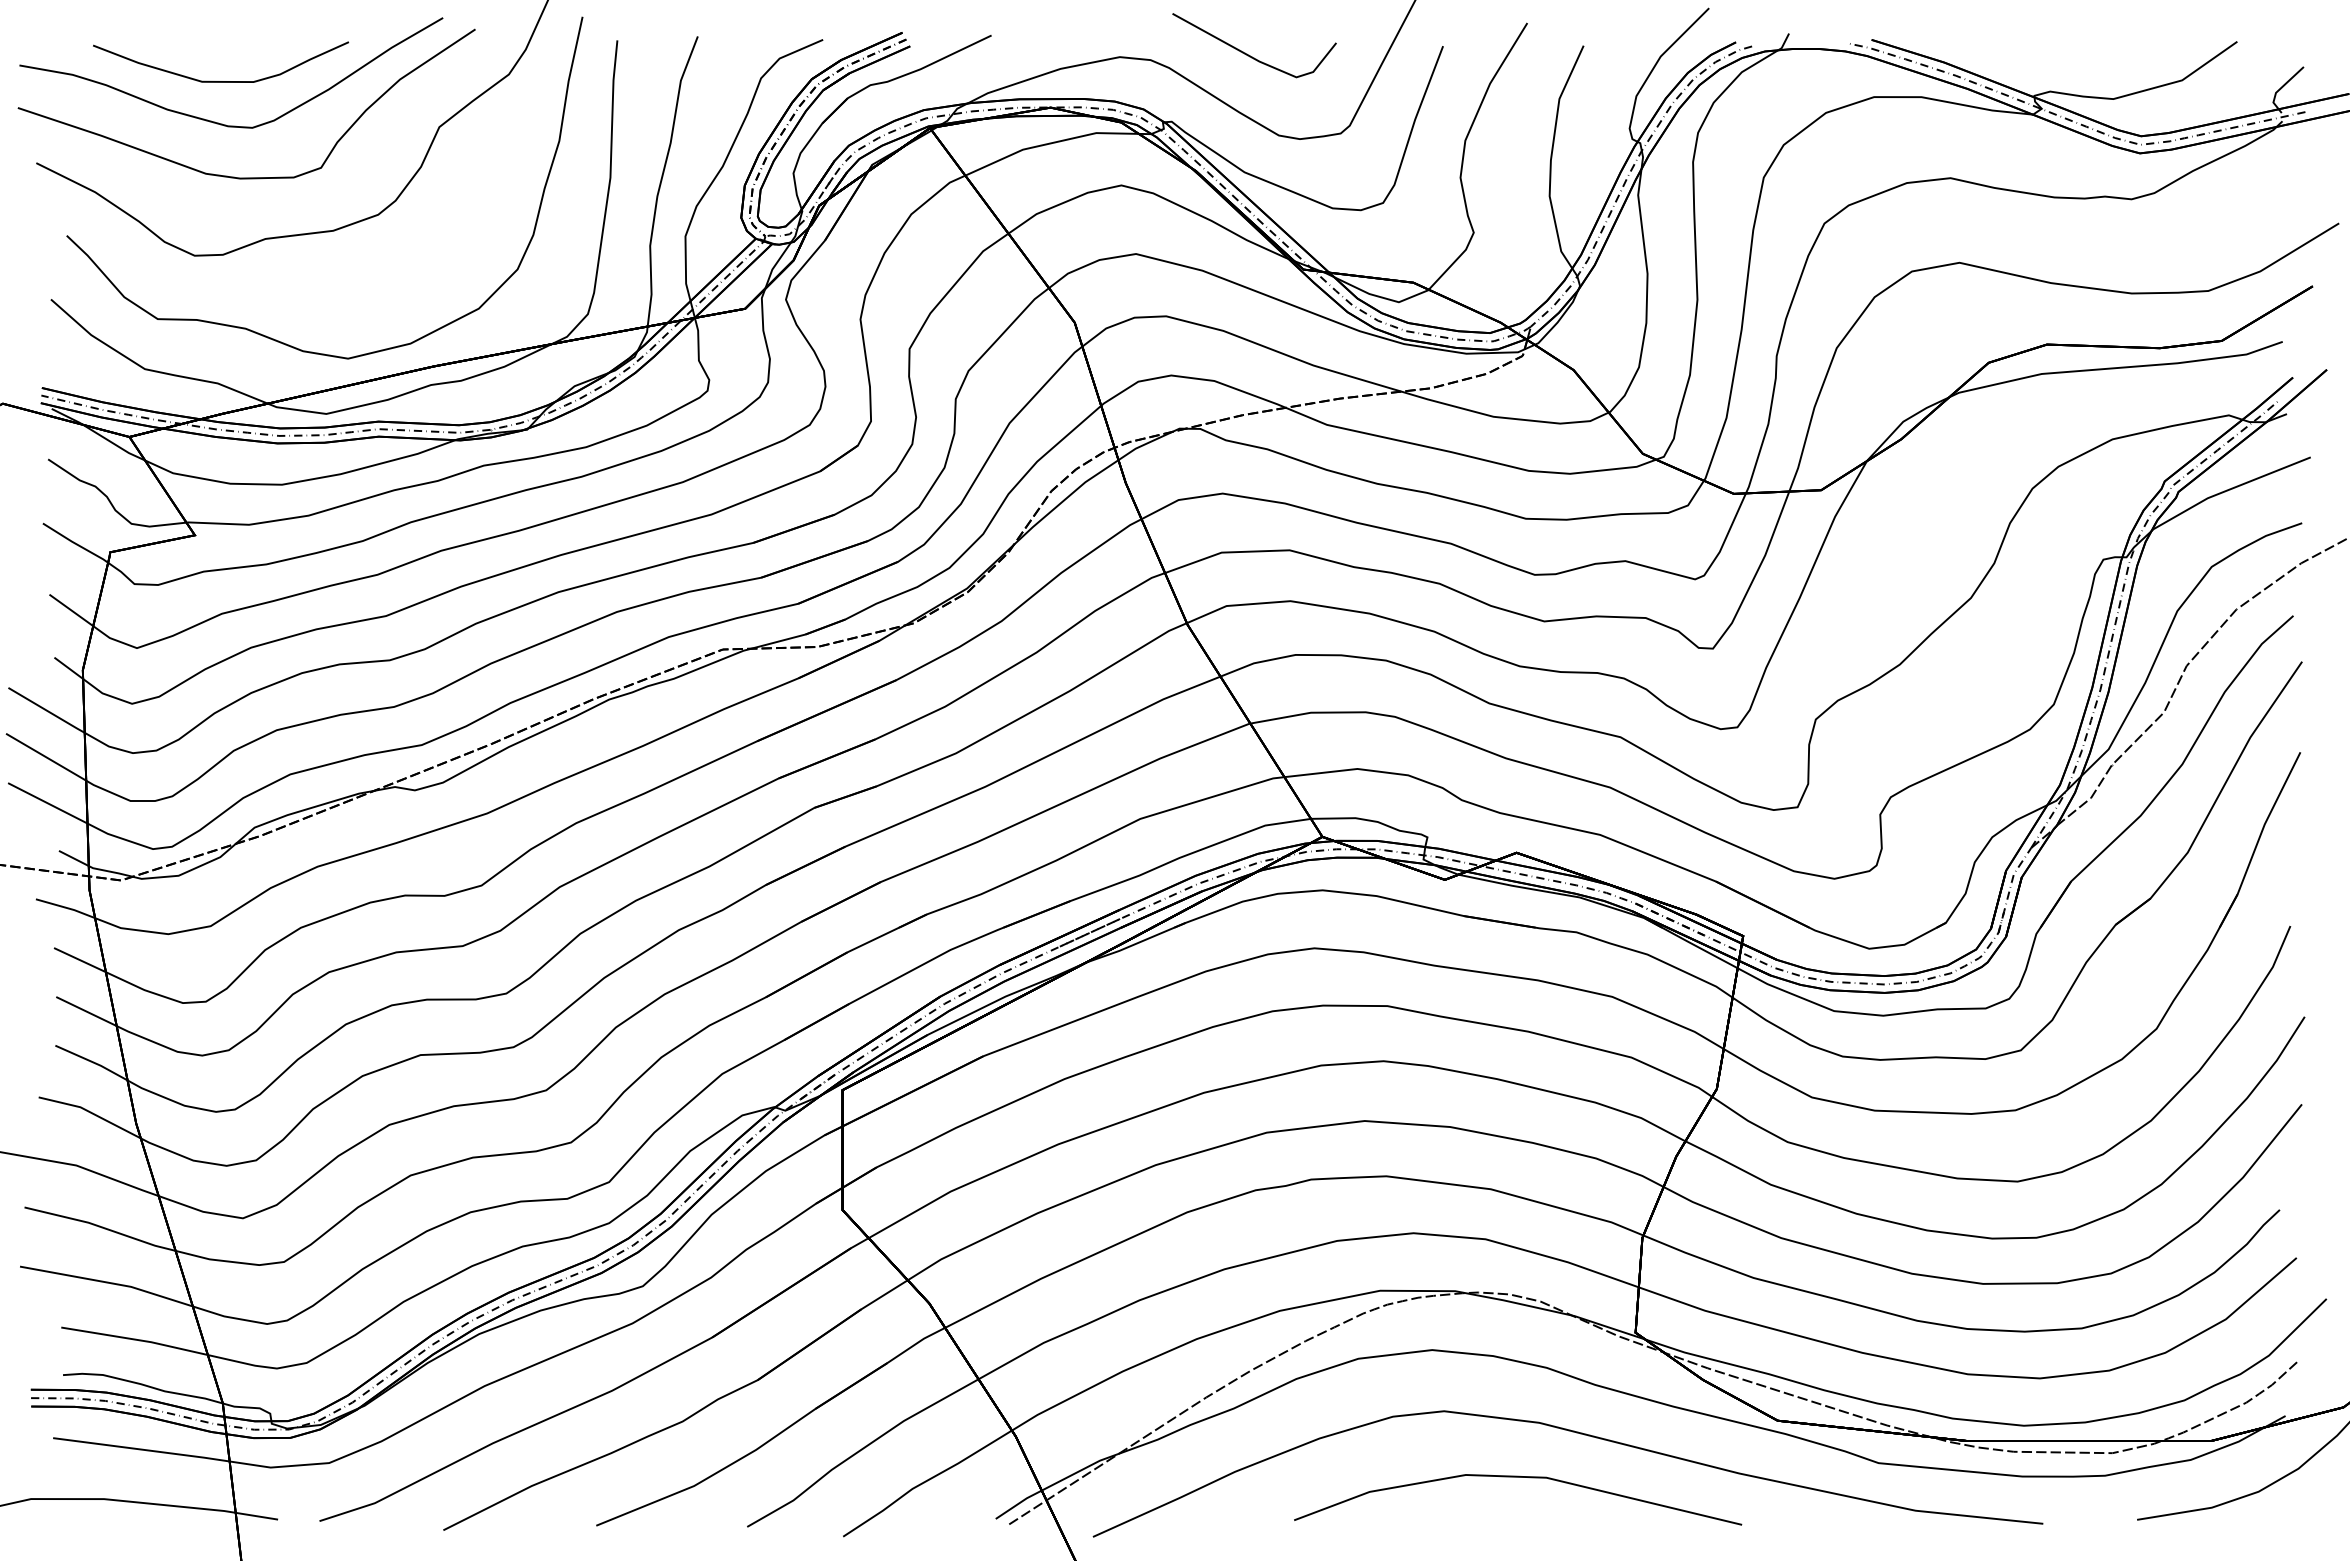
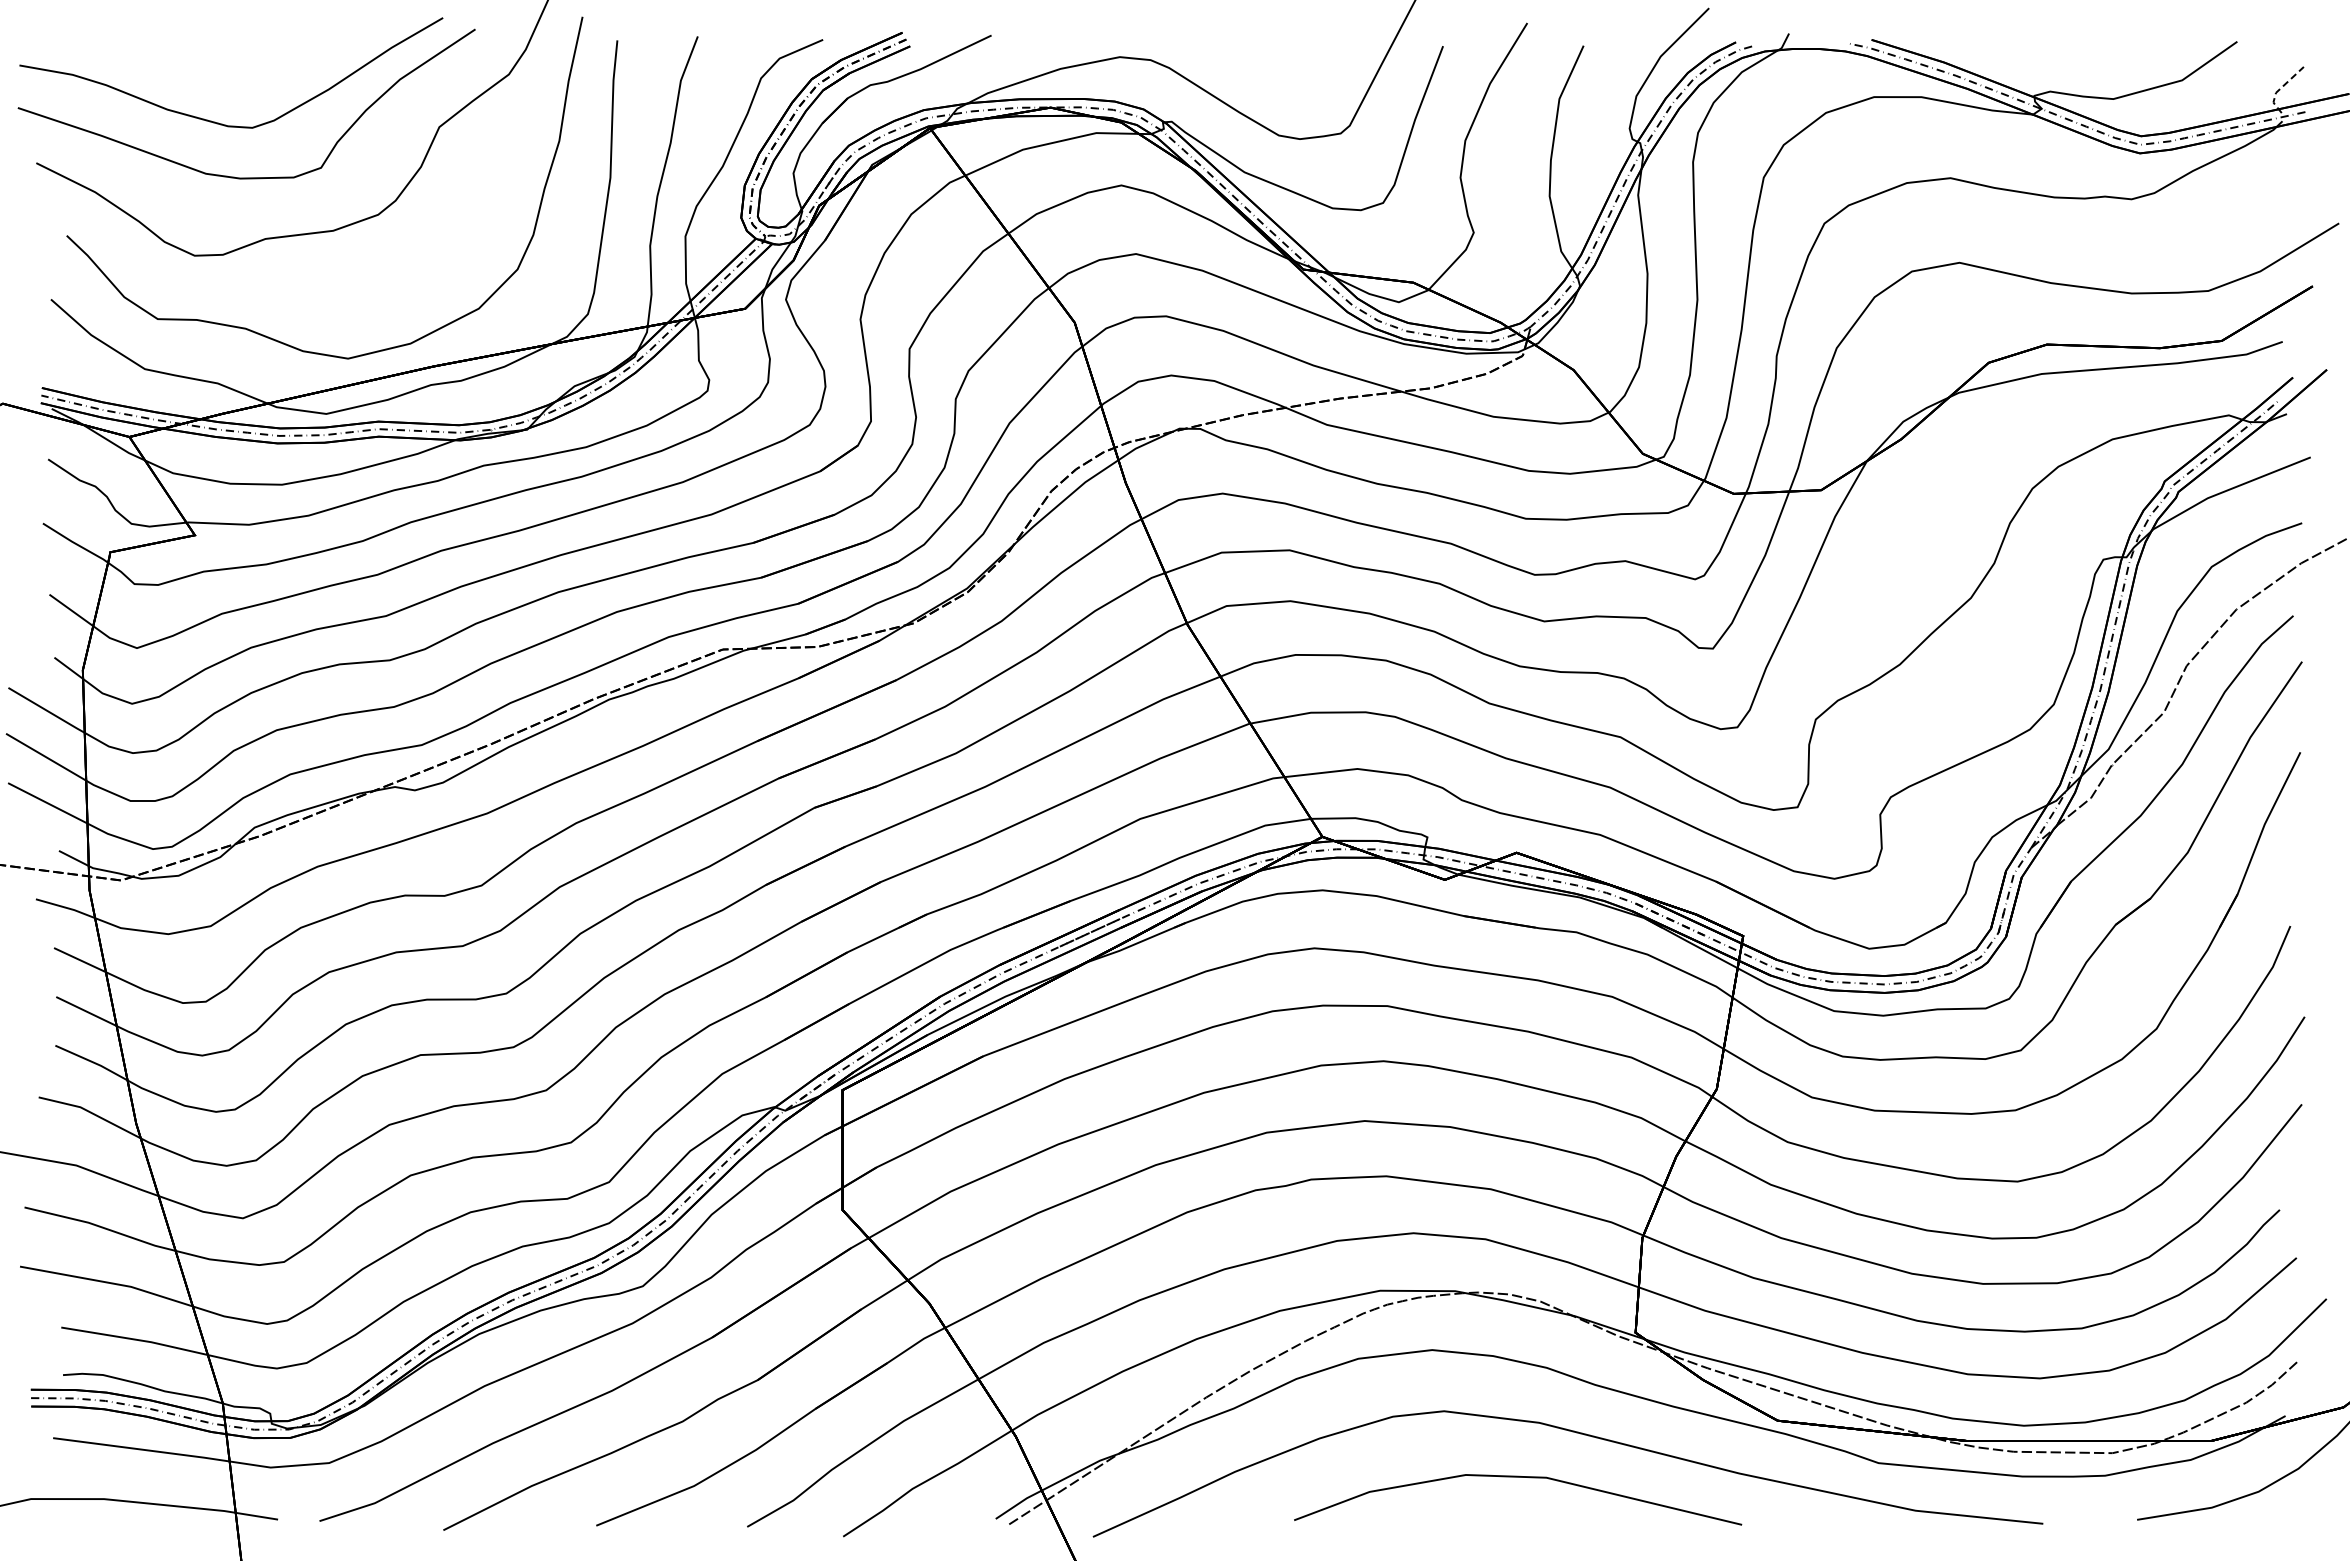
line at (1247, 53): present -> none
curve at (221, 81): present -> none
line at (2280, 88): solid -> dashed
